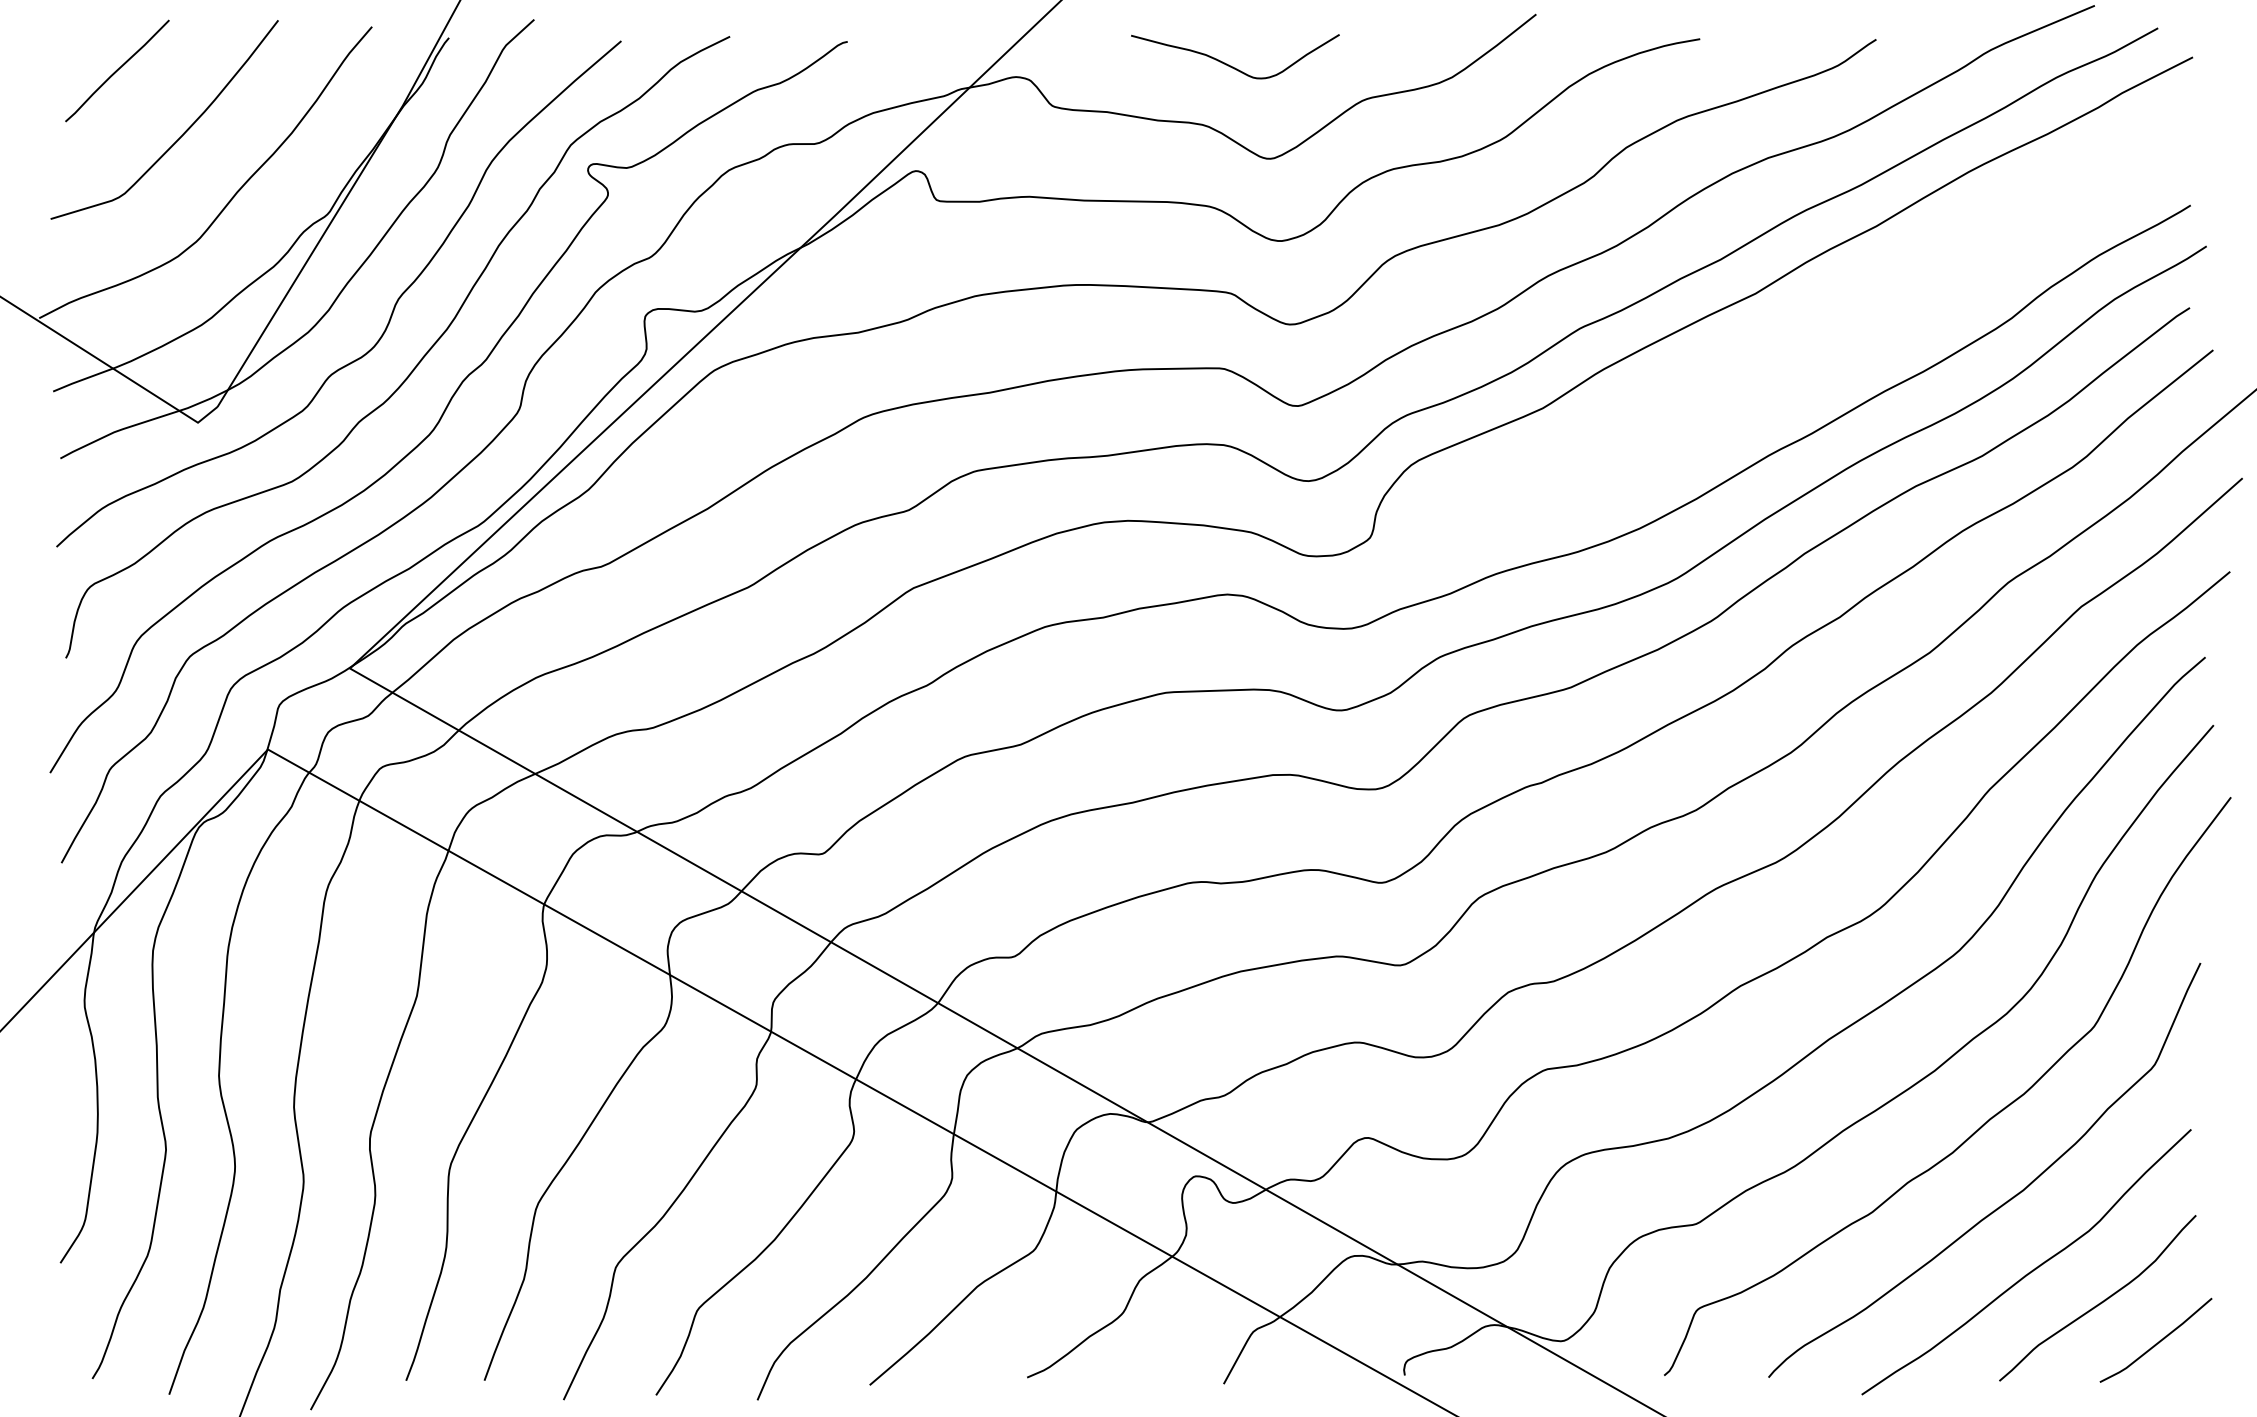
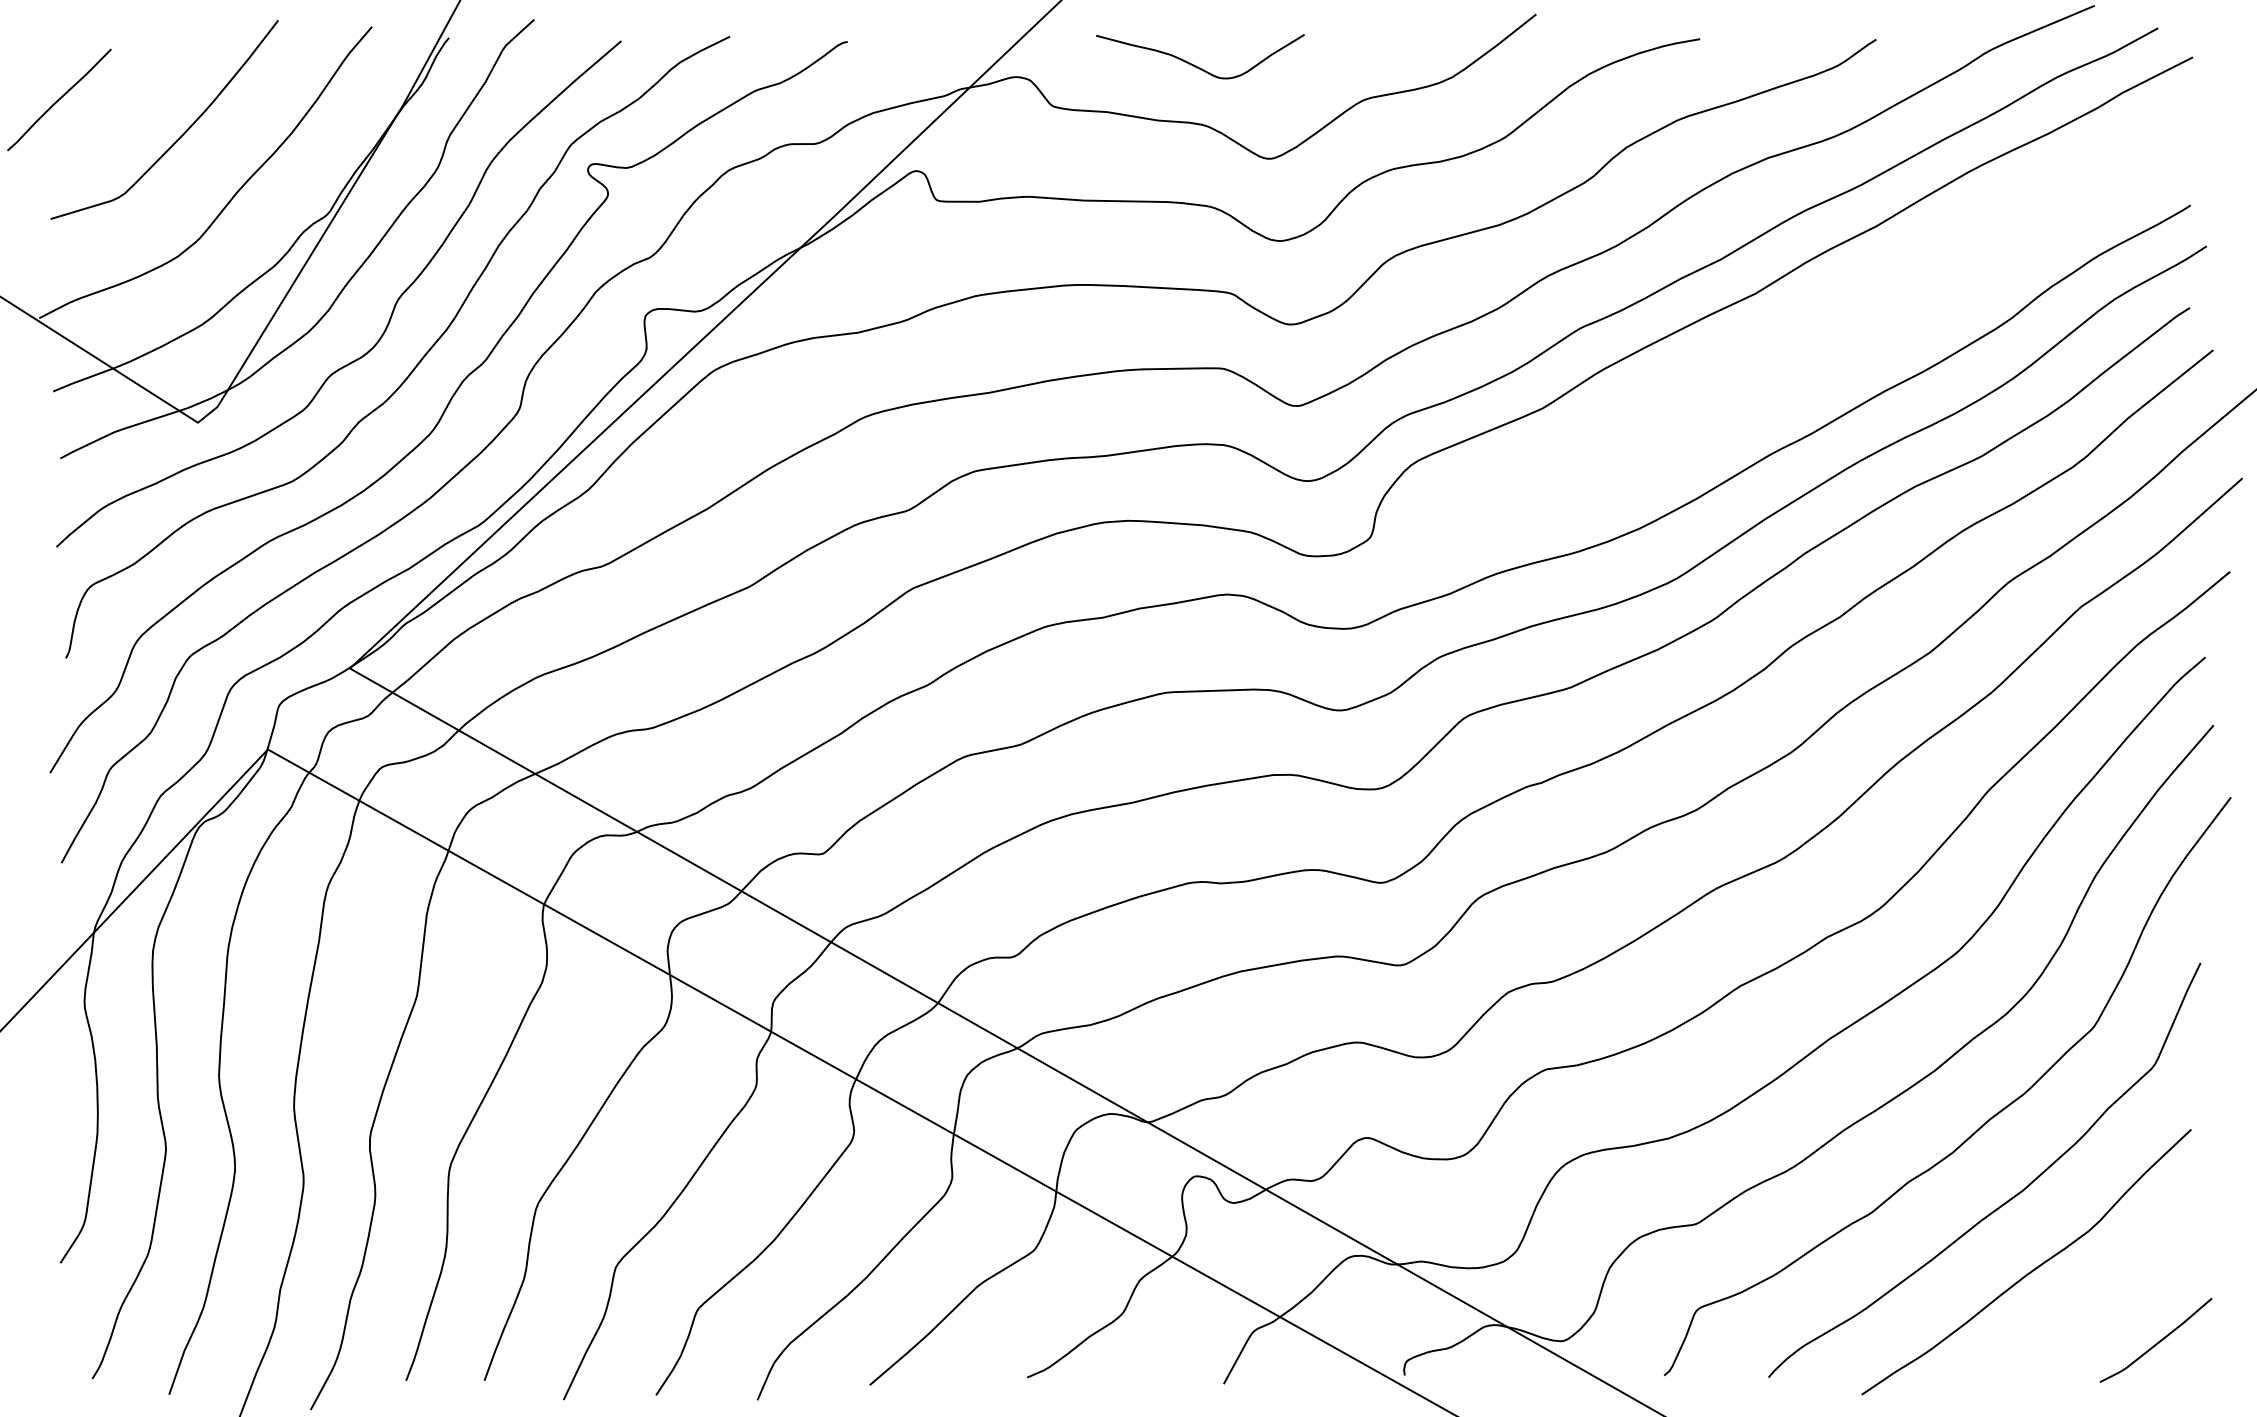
curve at (1231, 65) position: (1231, 65) -> (1196, 65)
curve at (117, 70) position: (117, 70) -> (59, 99)
curve at (2101, 1301): present -> none
